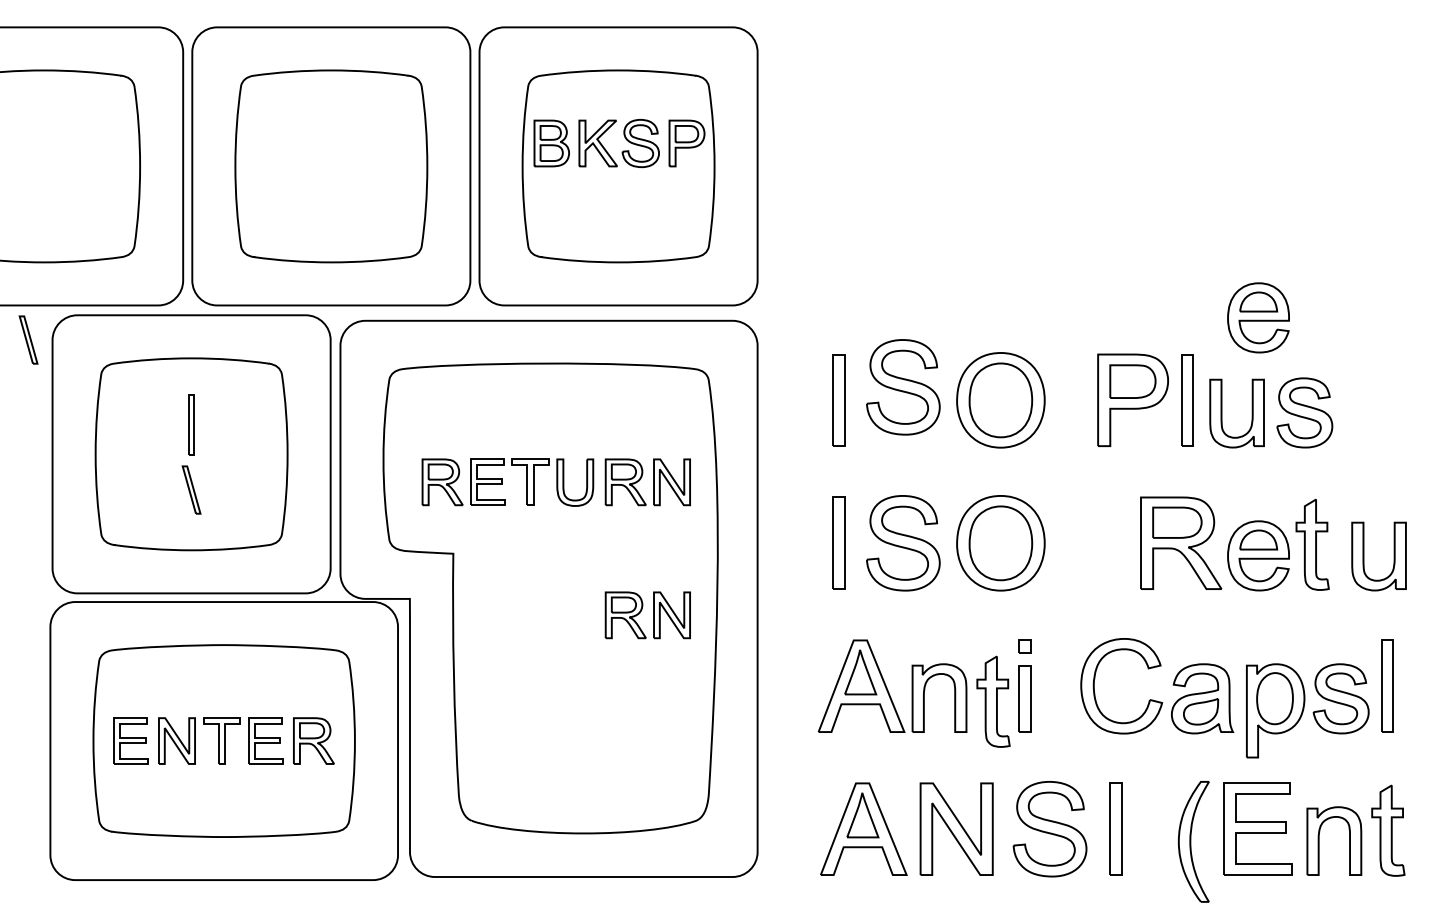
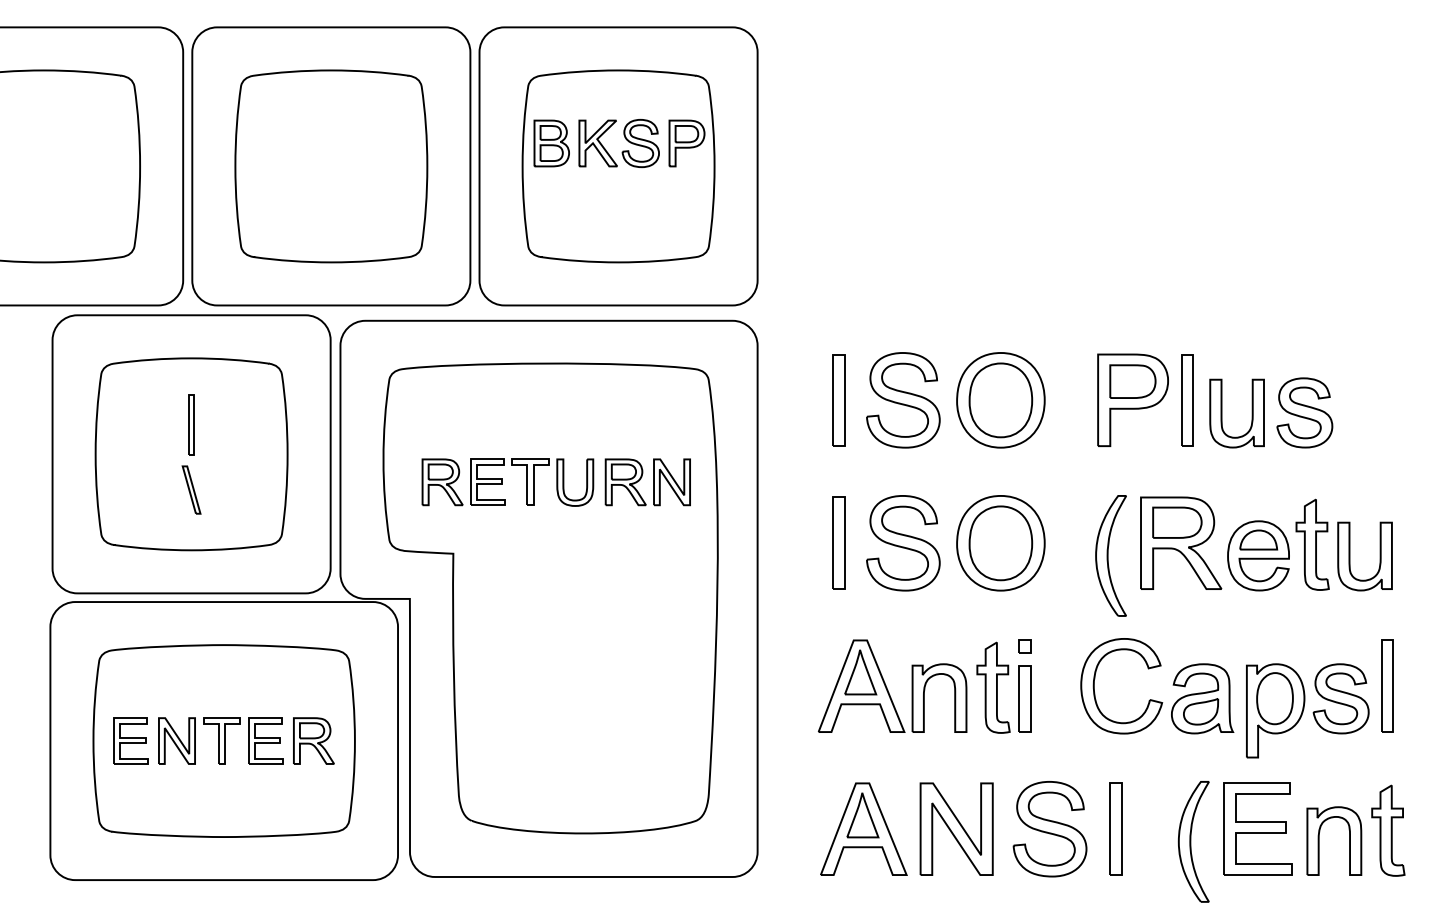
part at (1258, 317): present -> none
part at (28, 339): present -> none
part at (903, 387) position: (903, 387) -> (903, 400)
part at (1110, 555): none -> present
part at (1364, 556) position: (1364, 556) -> (1350, 556)
part at (647, 615): present -> none
part at (993, 701) position: (993, 701) -> (993, 687)
